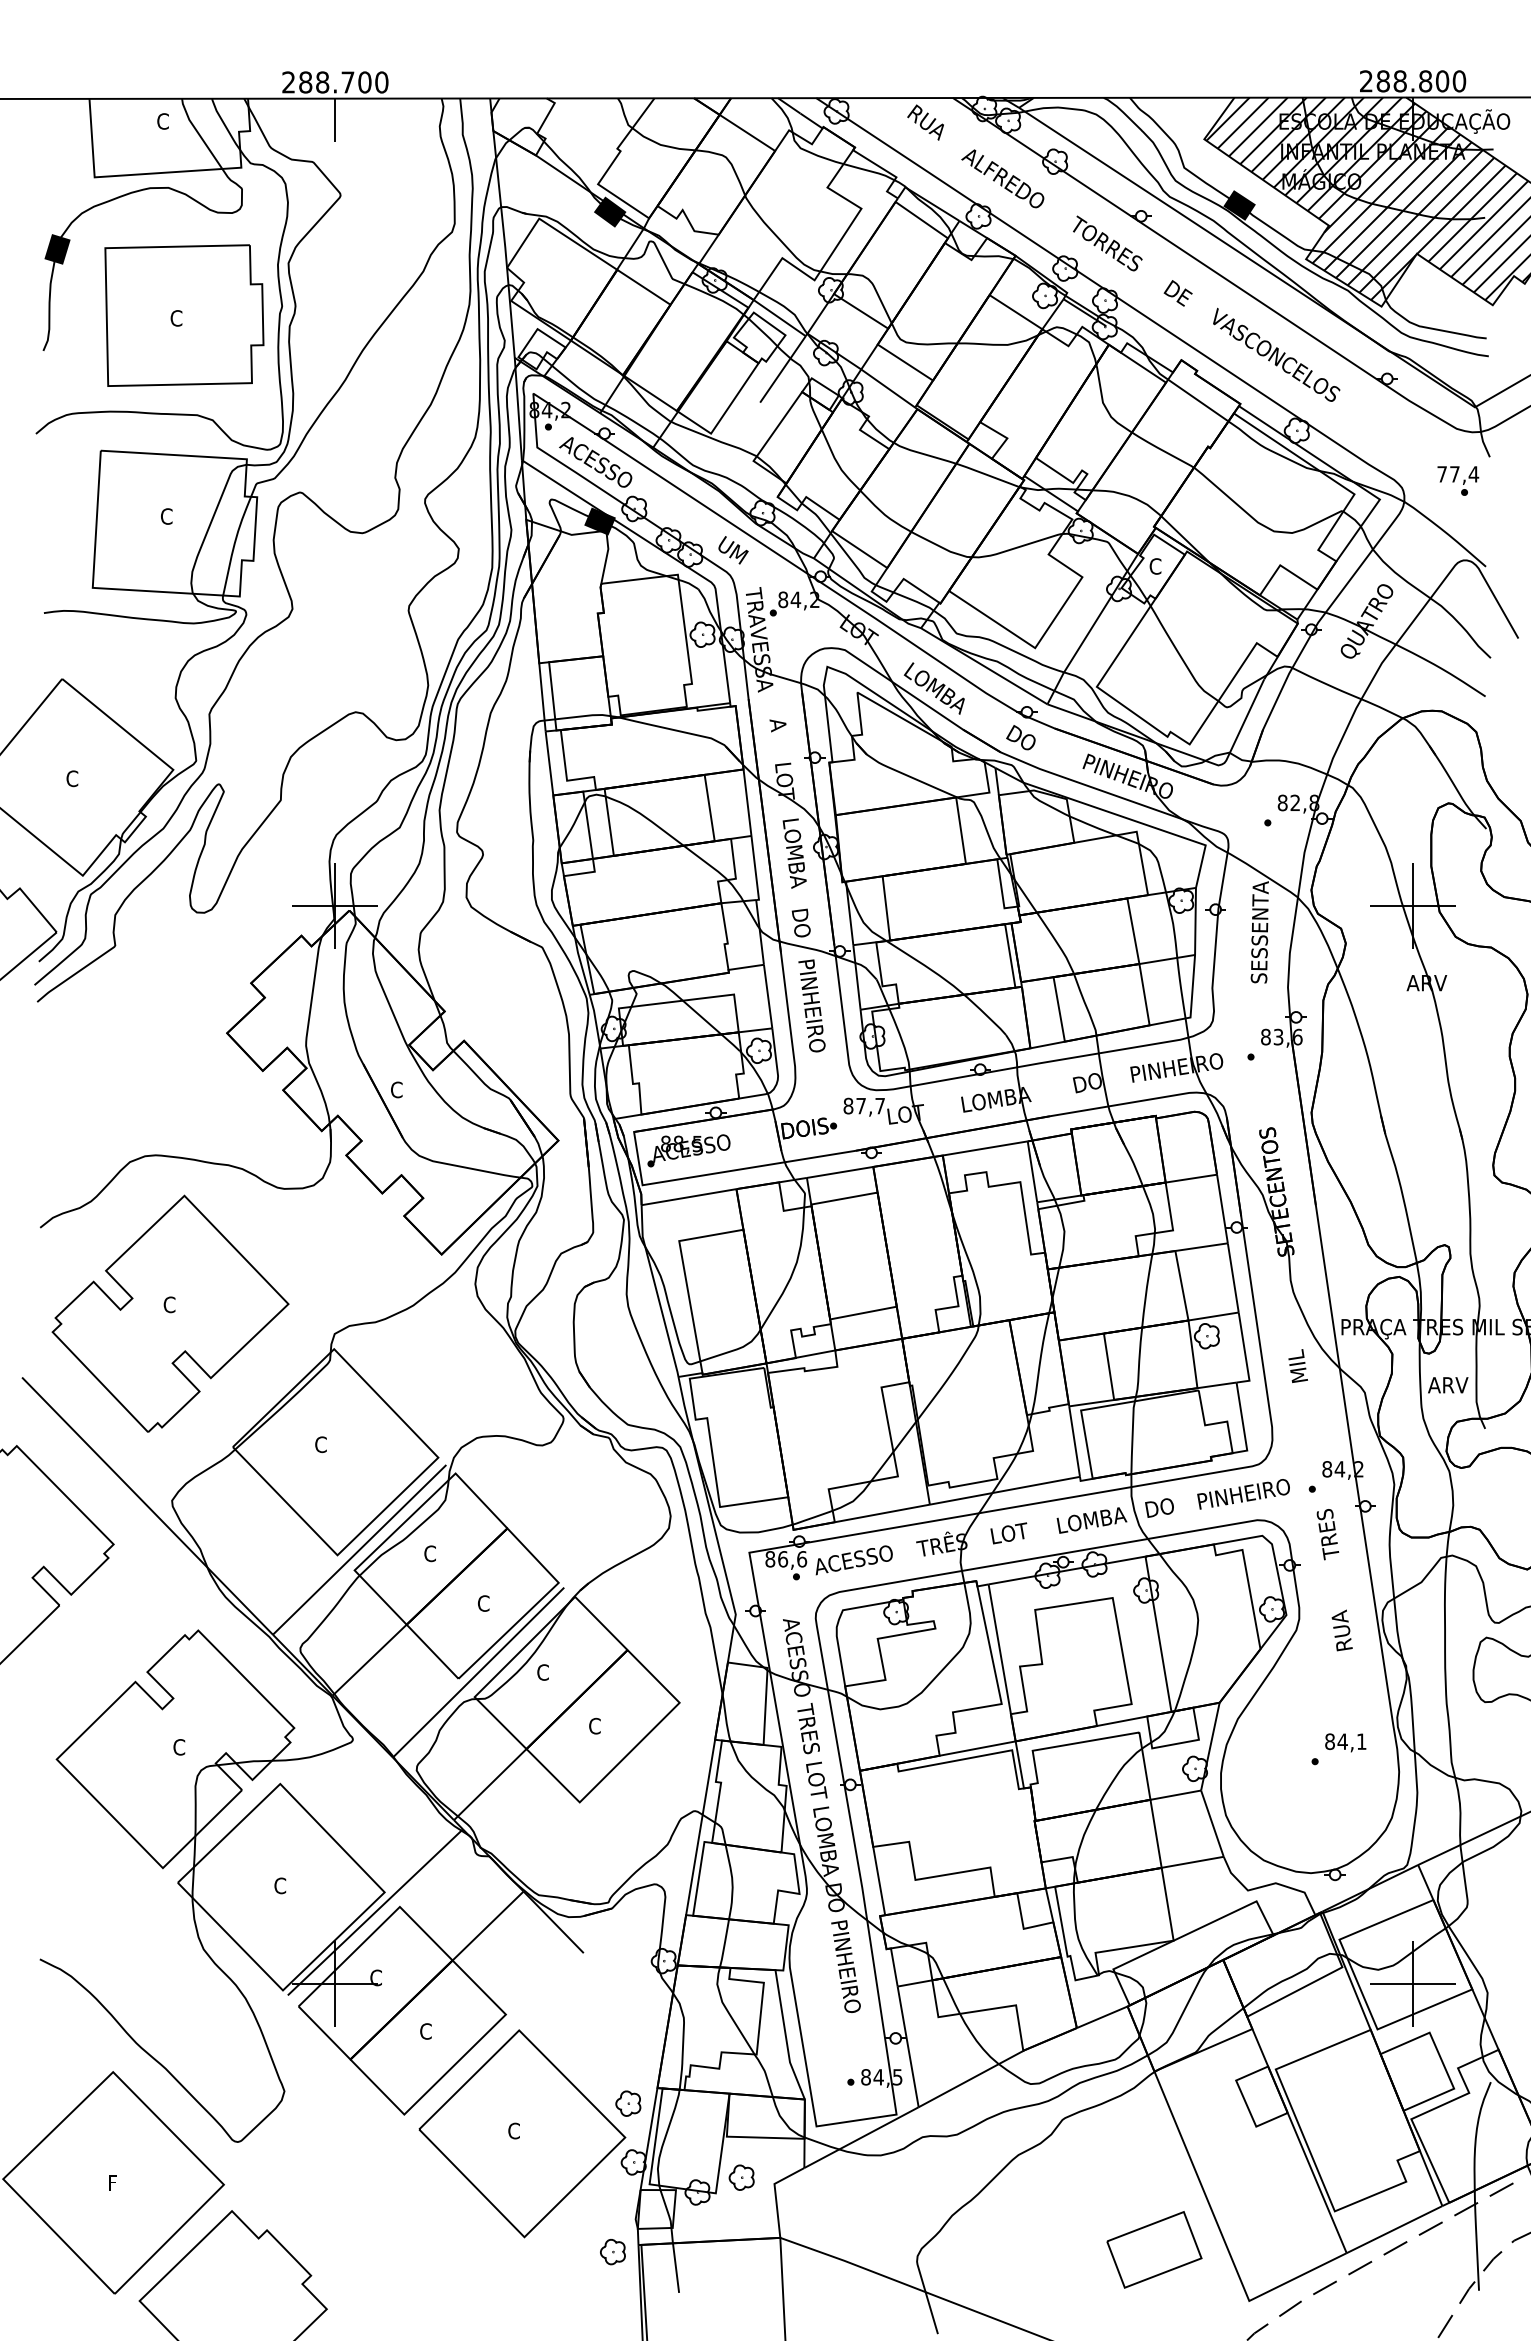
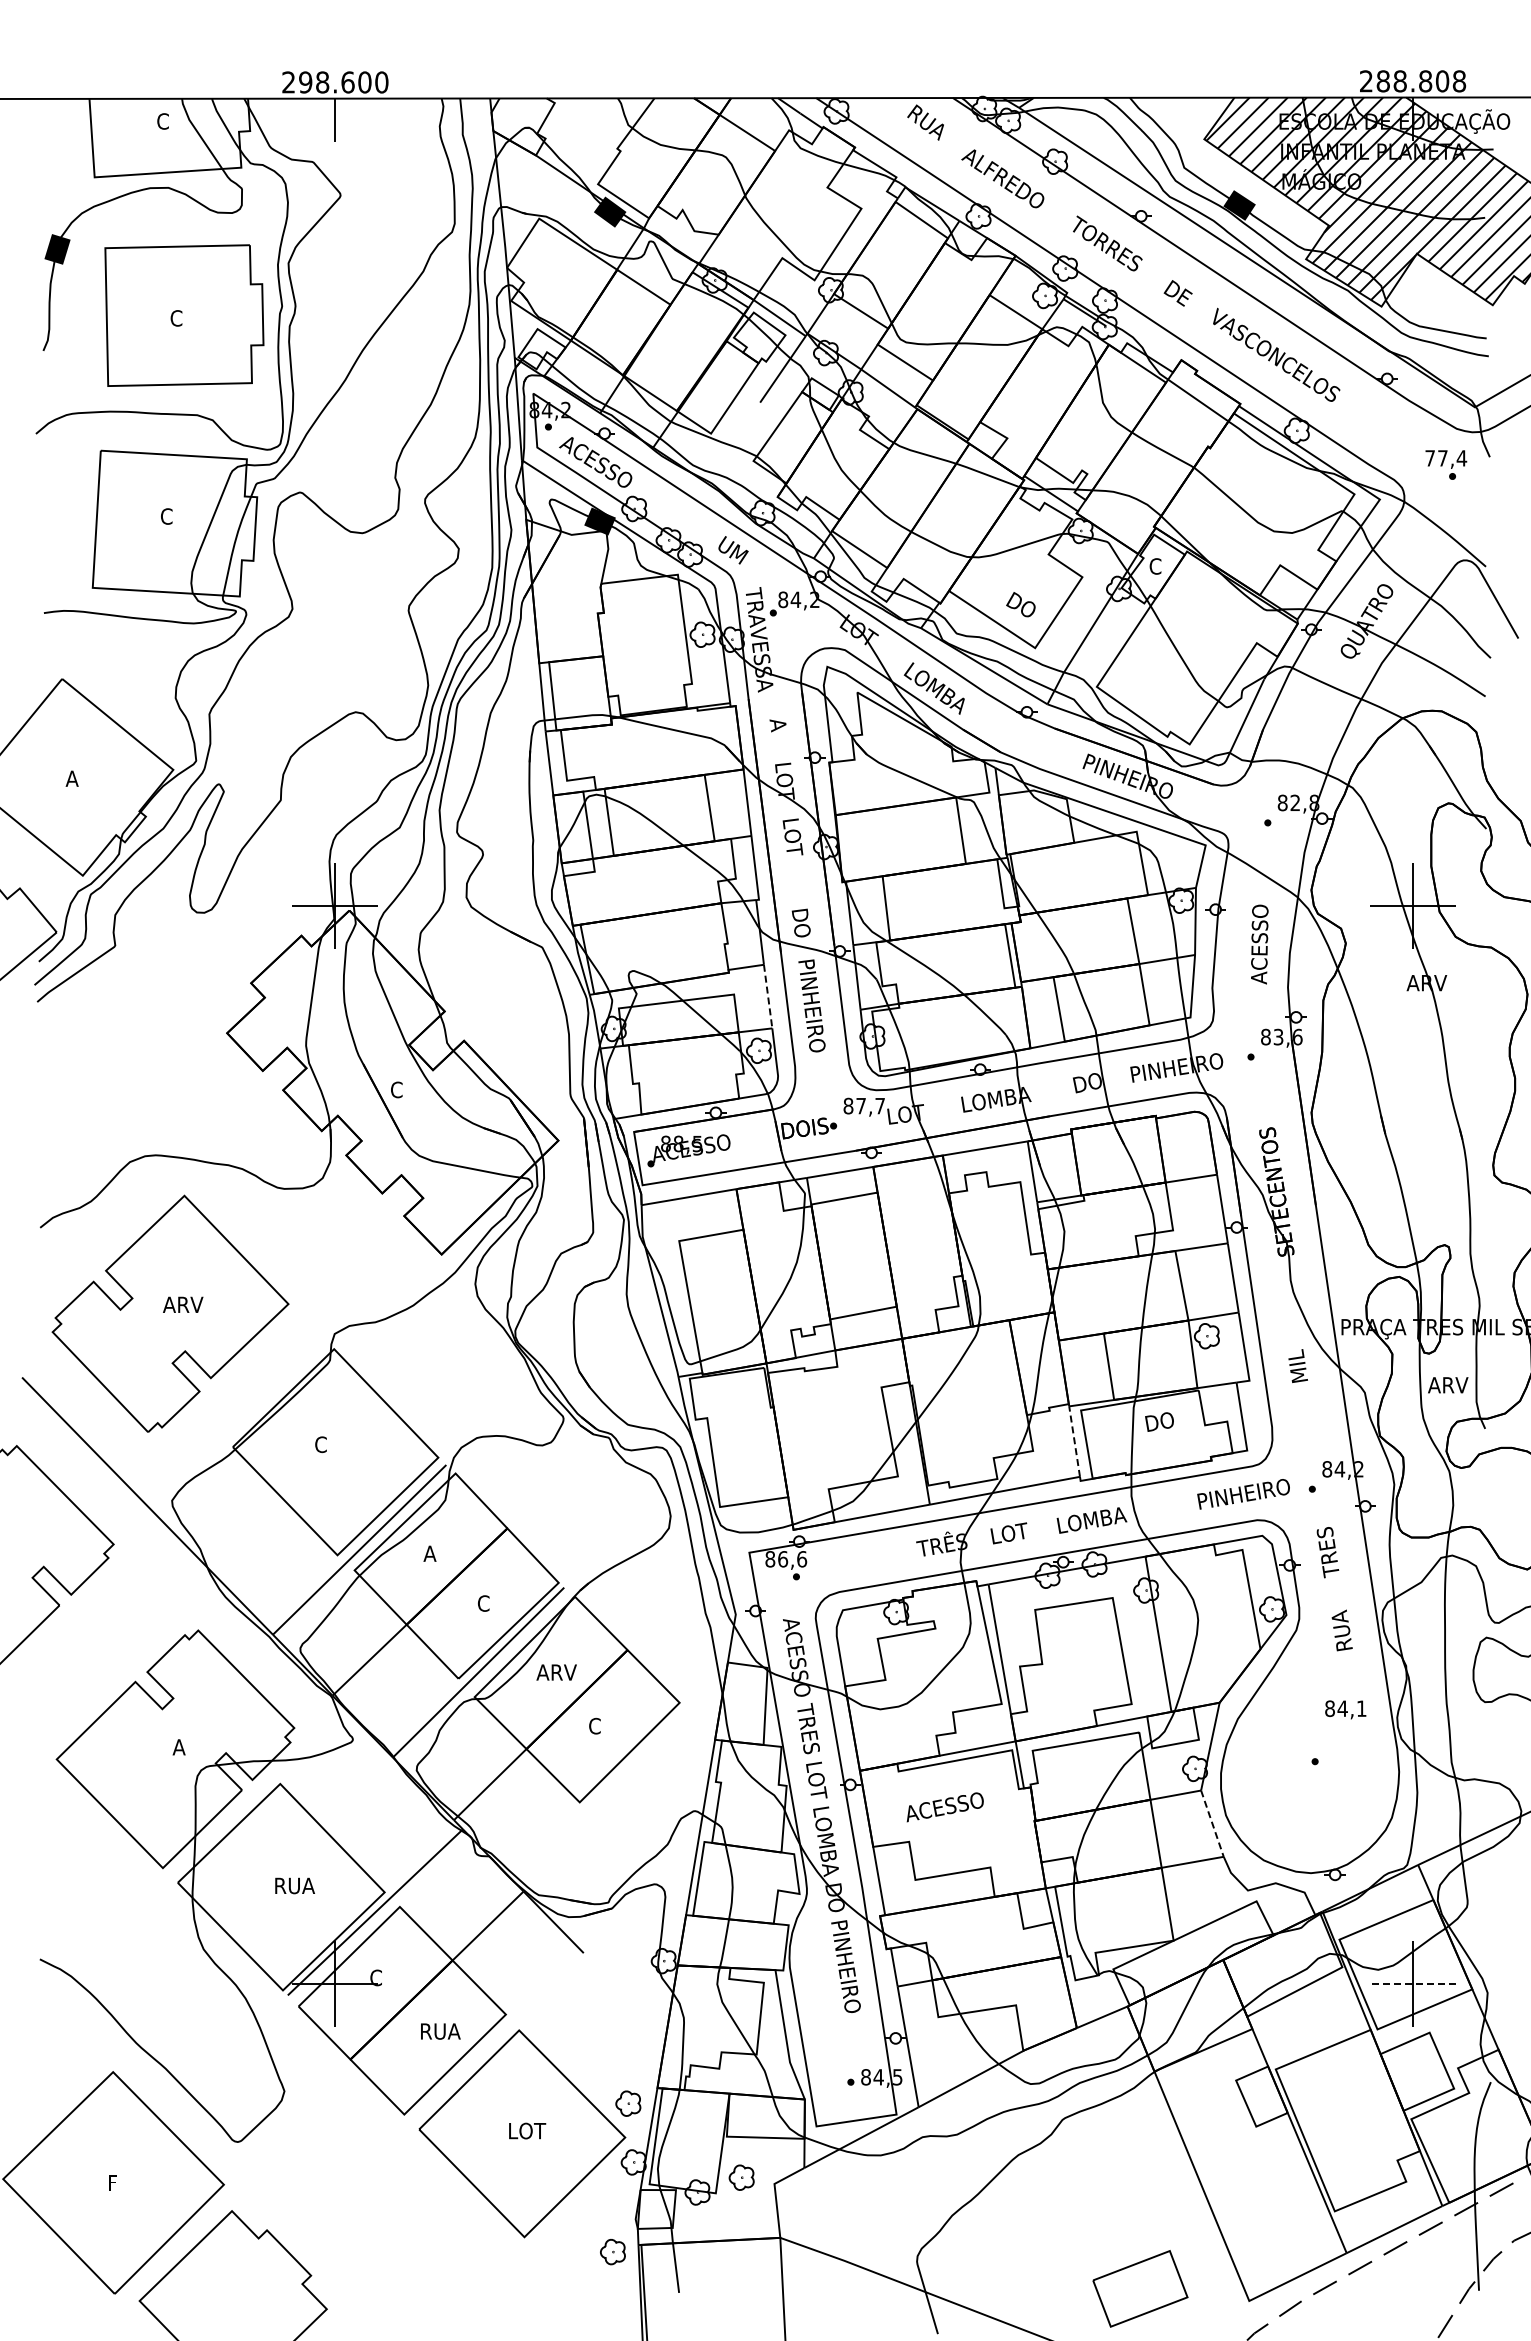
text at (1459, 81): 288.800 -> 288.808
text at (326, 82): 288.700 -> 298.600
part at (1458, 480) position: (1458, 480) -> (1446, 464)
text at (1020, 737) position: (1020, 737) -> (1020, 604)
text at (71, 778): C -> A
text at (796, 865): LOMBA -> LOT
text at (1259, 932): SESSENTA -> ACESSO
line at (768, 997): solid -> dashed
text at (183, 1304): C -> ARV
line at (1074, 1441): solid -> dashed
text at (1159, 1507) position: (1159, 1507) -> (1159, 1421)
text at (1327, 1534) position: (1327, 1534) -> (1327, 1552)
text at (429, 1553): C -> A
text at (853, 1560) position: (853, 1560) -> (944, 1807)
text at (556, 1672): C -> ARV
text at (1345, 1742) position: (1345, 1742) -> (1345, 1709)
text at (178, 1747): C -> A
line at (1212, 1824): solid -> dashed
text at (294, 1885): C -> RUA
line at (1412, 1983): solid -> dashed
text at (440, 2031): C -> RUA
text at (527, 2130): C -> LOT
part at (1154, 2249) position: (1154, 2249) -> (1140, 2288)
